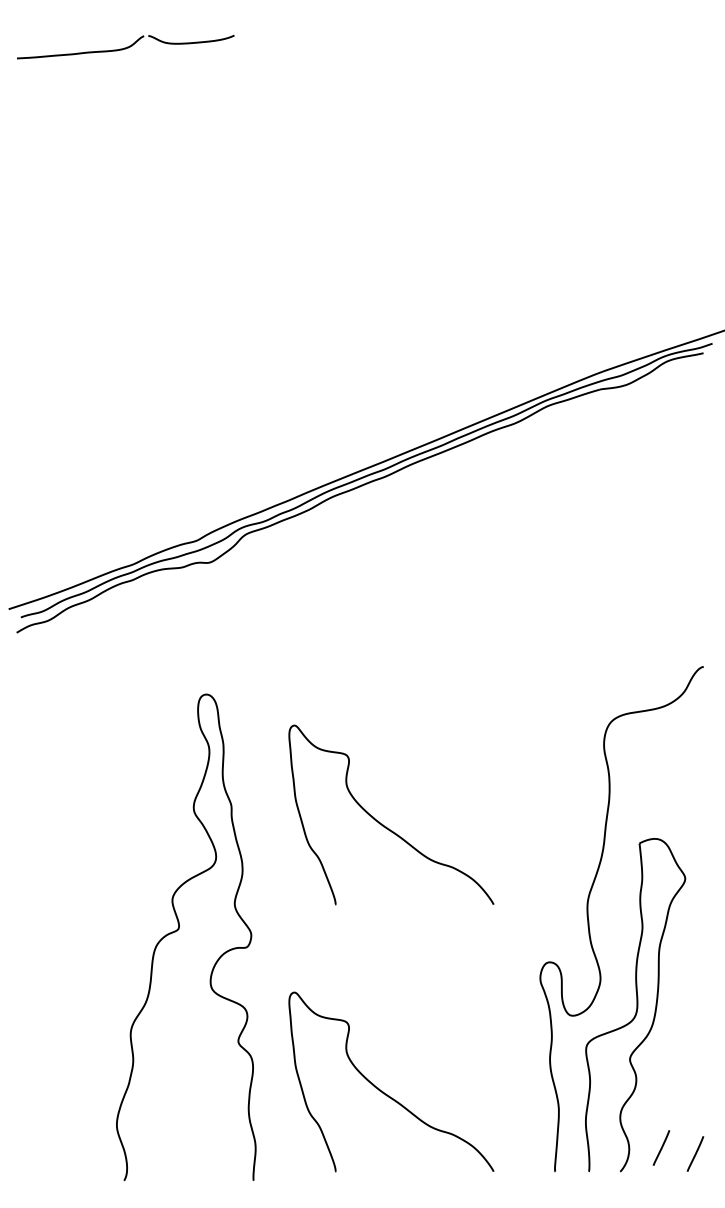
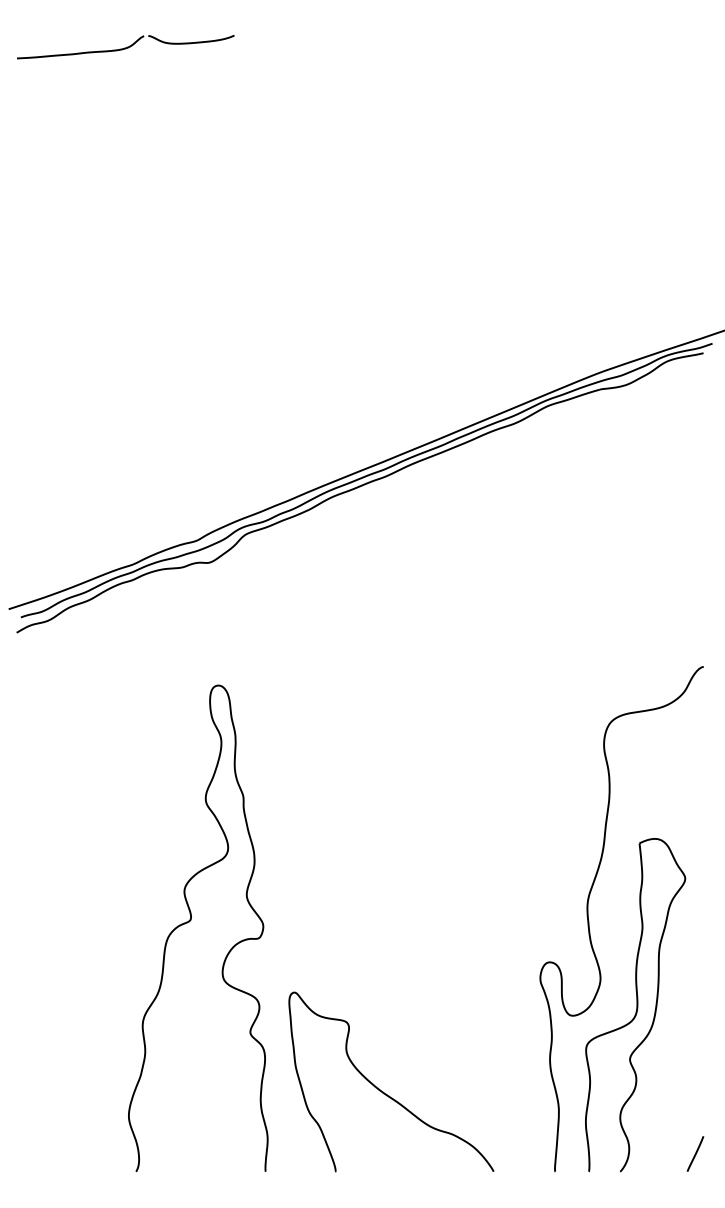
curve at (383, 824): present -> none
curve at (179, 929) position: (179, 929) -> (191, 920)
line at (661, 1147): present -> none
